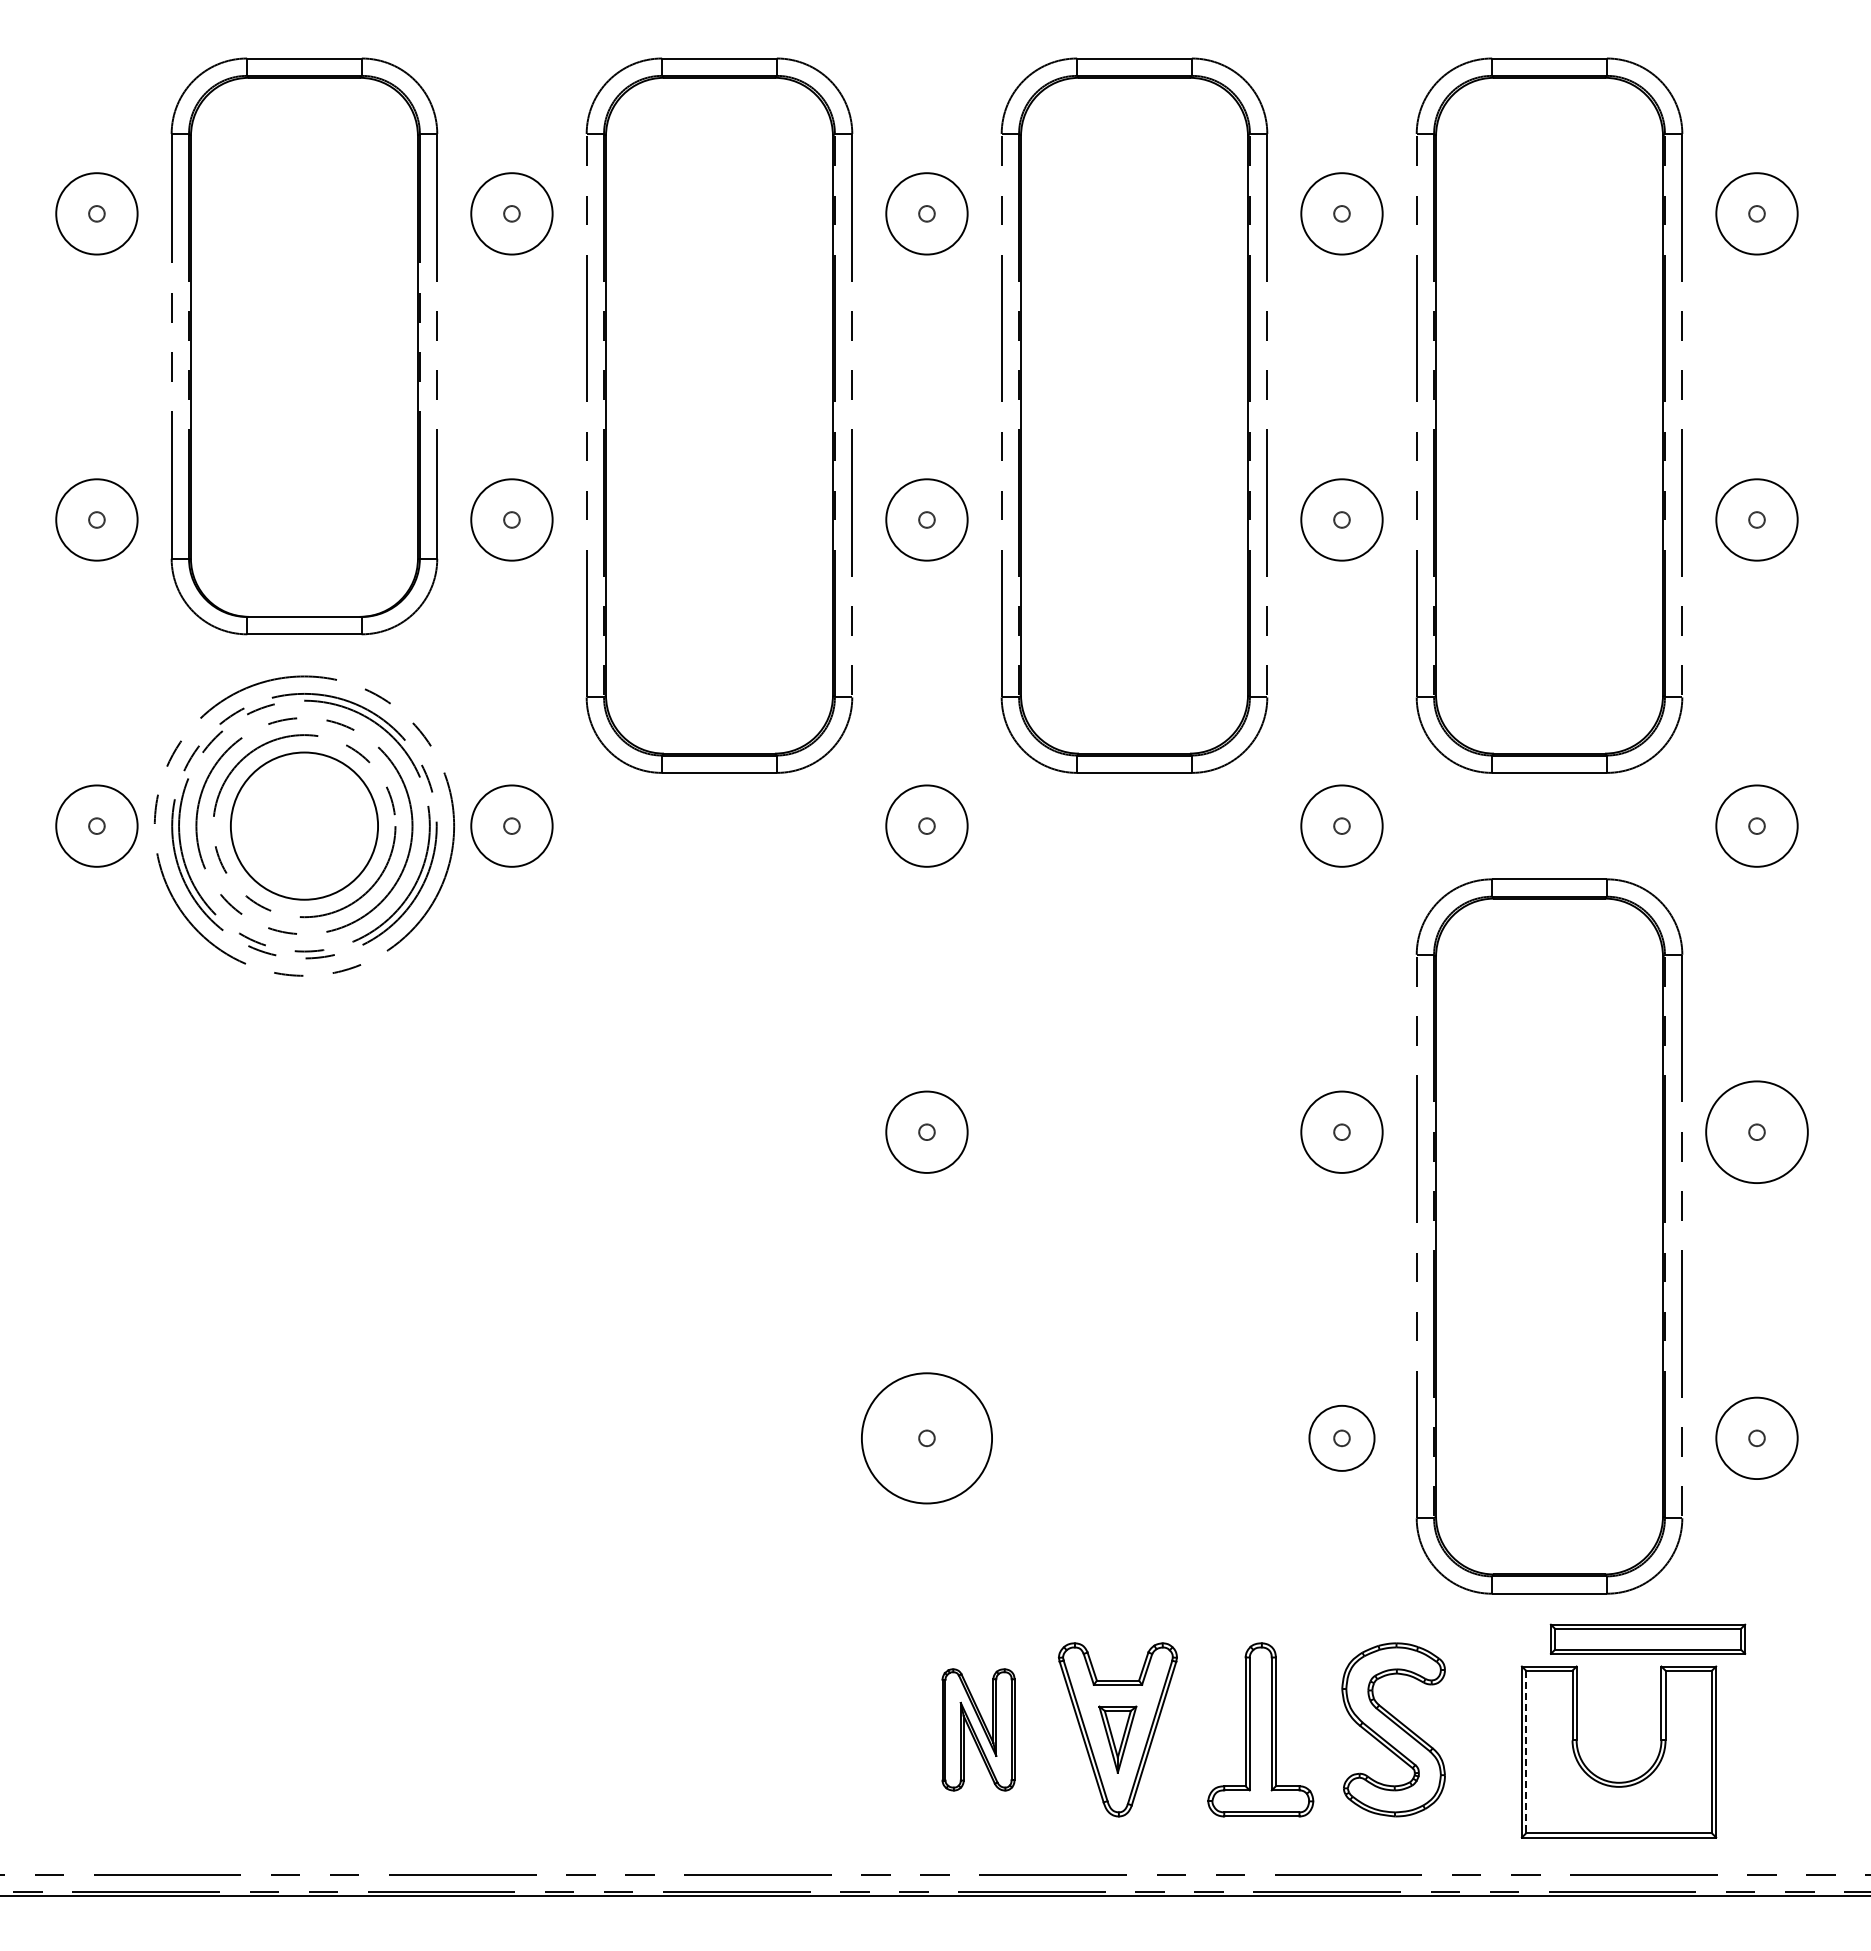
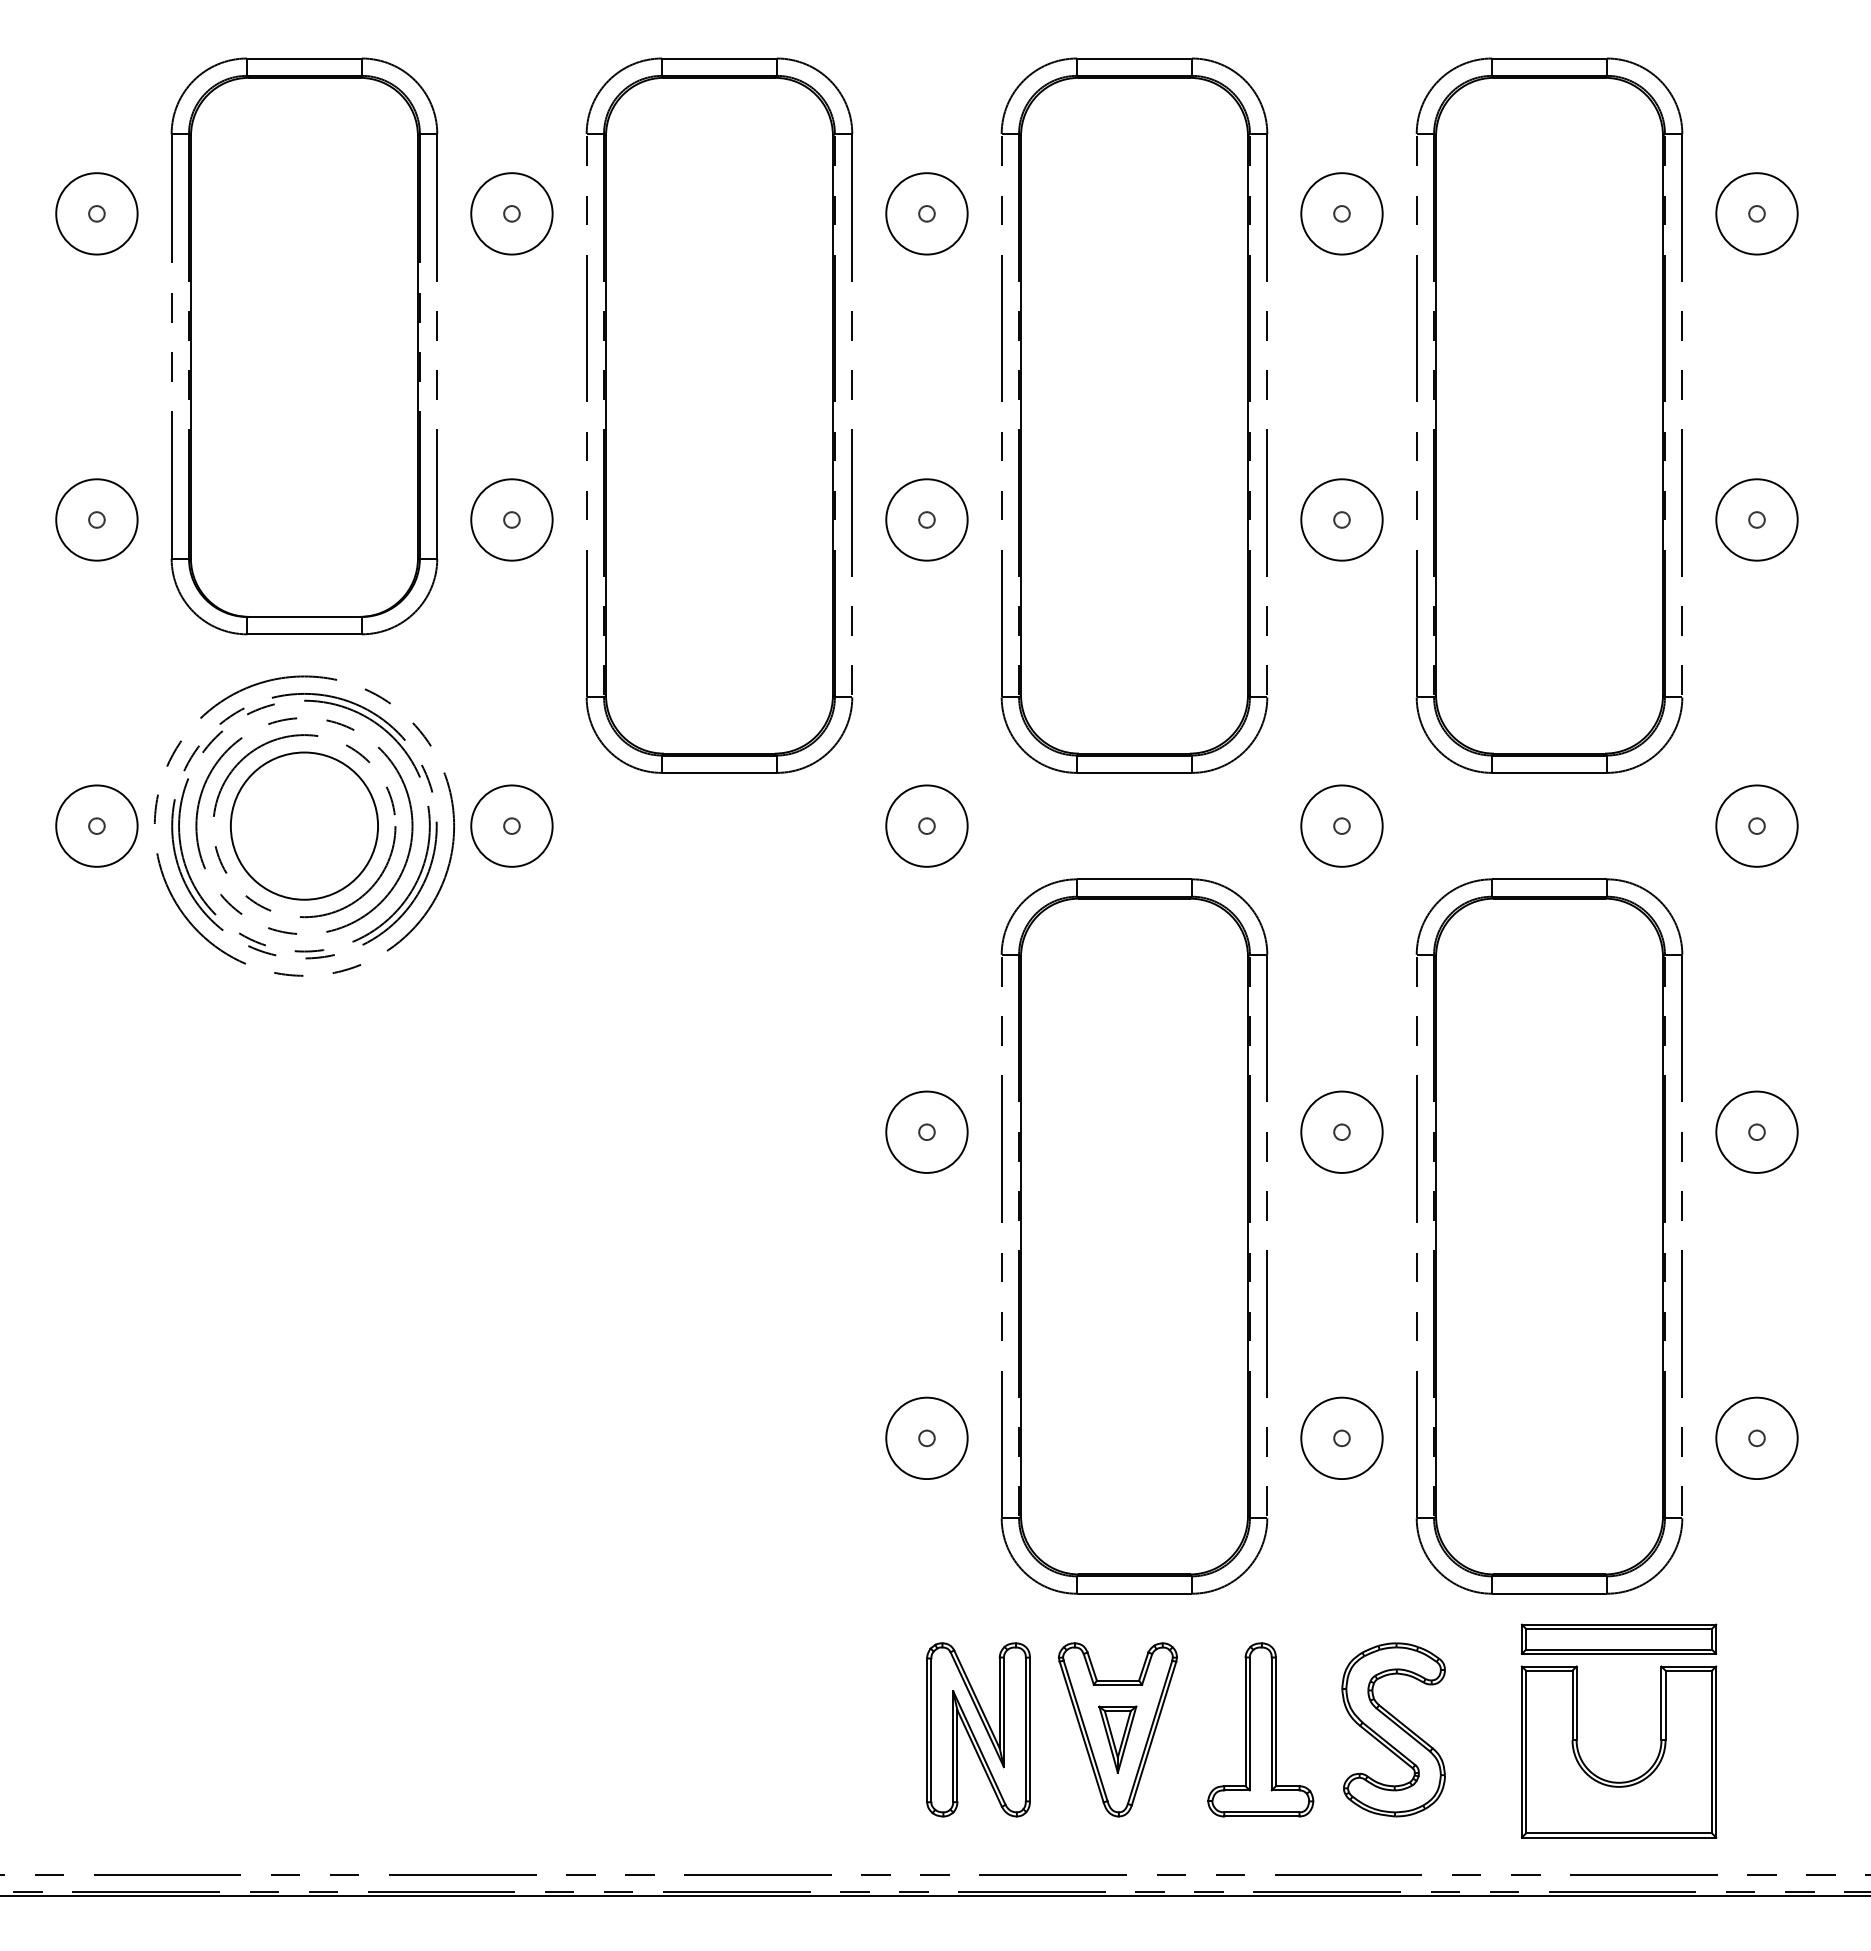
circle at (1756, 1132) diameter: 102 px -> 81 px
part at (1134, 1236): none -> present
circle at (1341, 1437) diameter: 65 px -> 81 px
circle at (926, 1438) diameter: 130 px -> 81 px
part at (1647, 1638) position: (1647, 1638) -> (1618, 1638)
part at (978, 1729) size: 75x124 px -> 105x176 px
line at (1526, 1752): dashed -> solid
